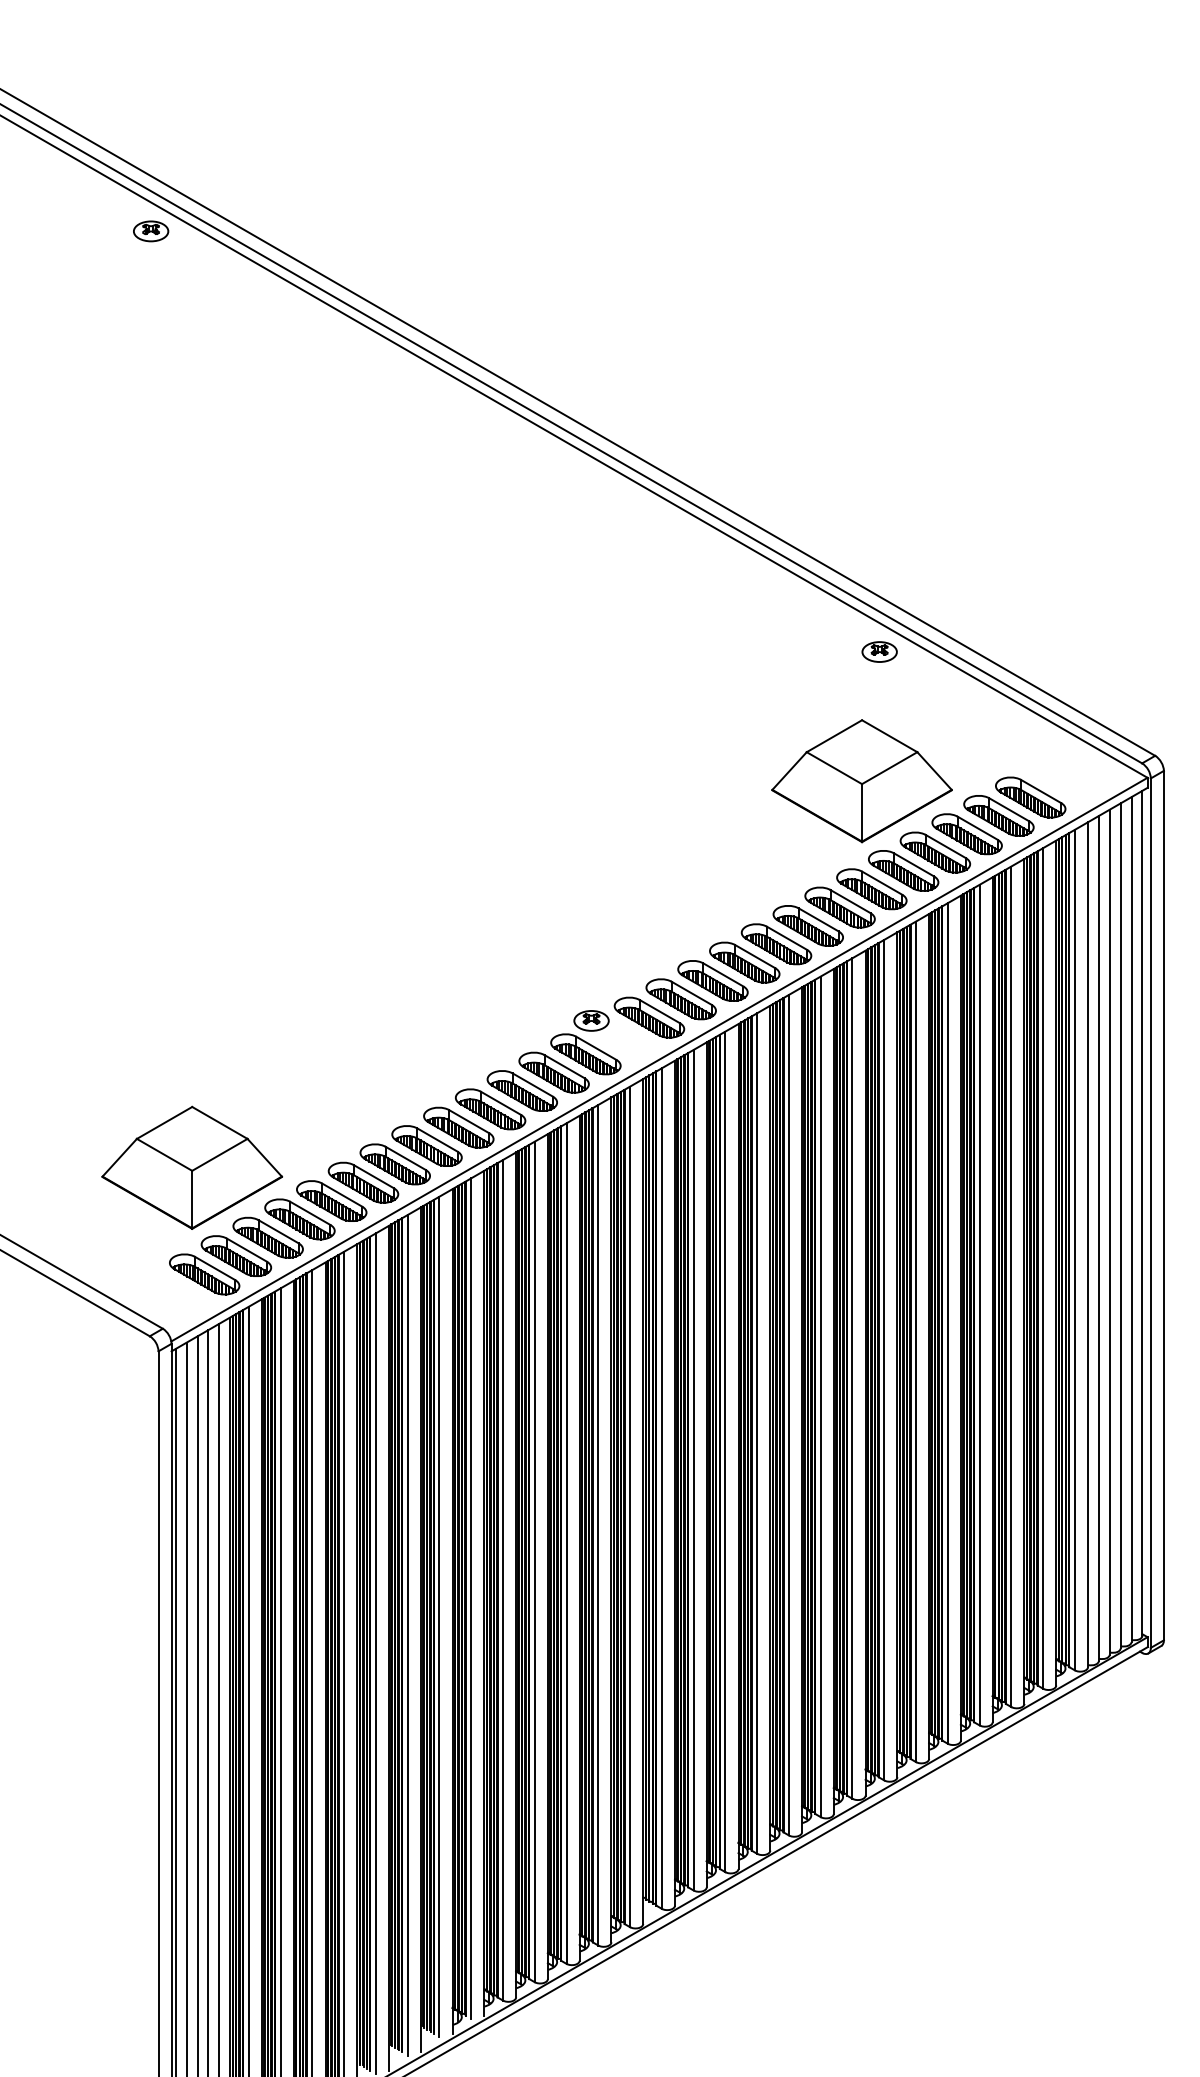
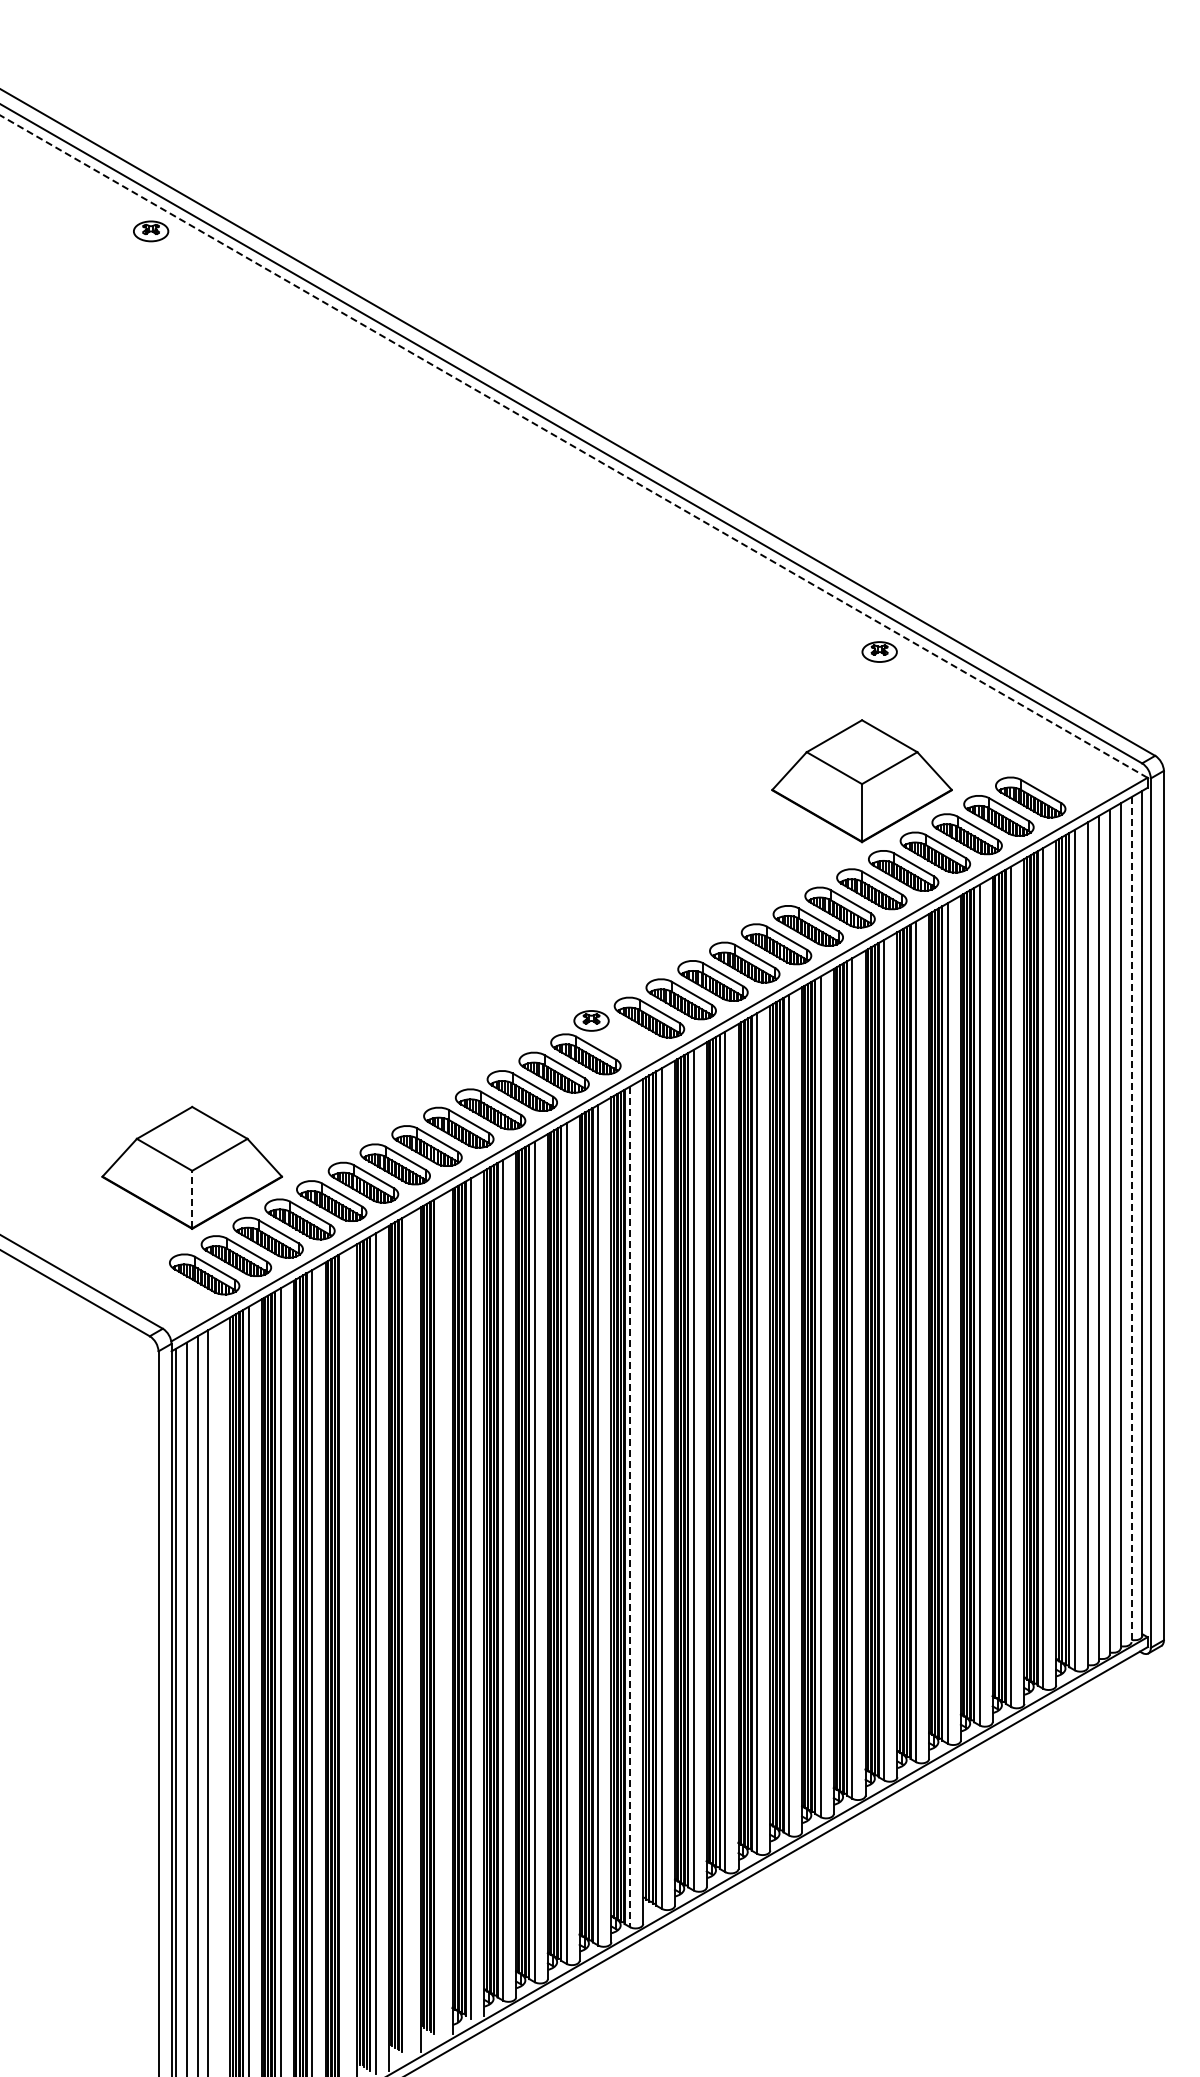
line at (573, 446): solid -> dashed
line at (192, 1199): solid -> dashed
line at (1131, 1220): solid -> dashed
line at (630, 1507): solid -> dashed
line at (439, 1616): present -> none
line at (407, 1635): present -> none
line at (344, 1662): present -> none
line at (219, 1698): present -> none
